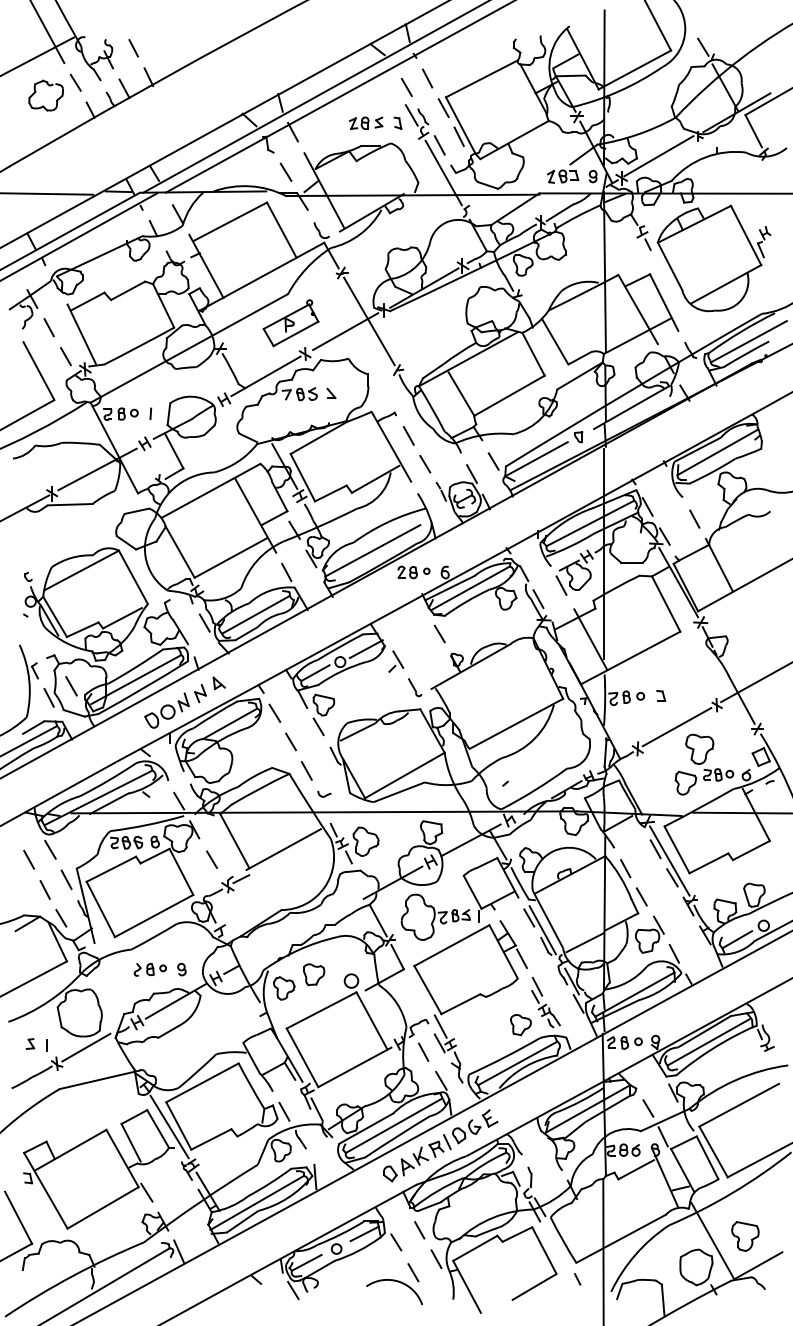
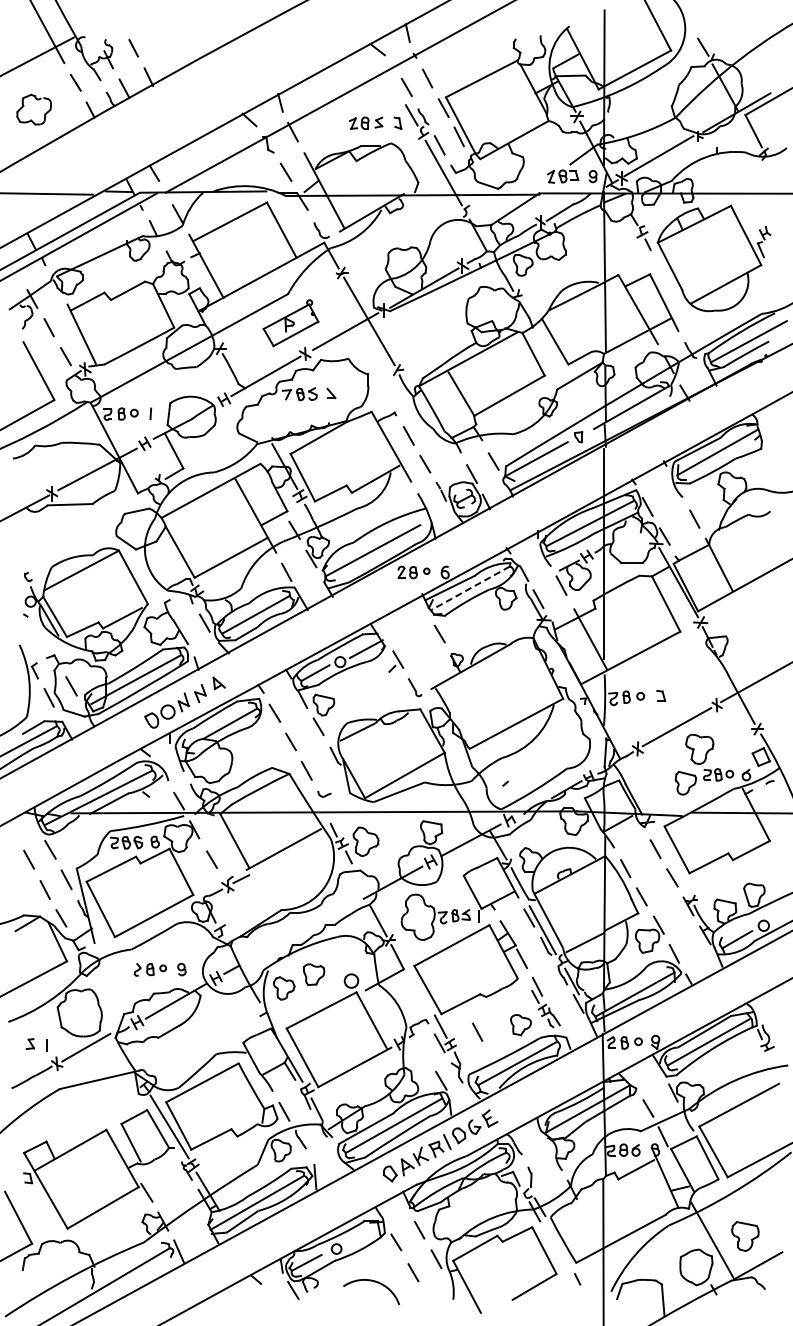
part at (36, 92) position: (36, 92) -> (24, 106)
line at (314, 97): present -> none
line at (470, 588): solid -> dashed
line at (669, 860): present -> none
line at (423, 1051) position: (423, 1051) -> (477, 1031)
line at (364, 1233): present -> none
arc at (397, 1282) position: (397, 1282) -> (374, 1282)
